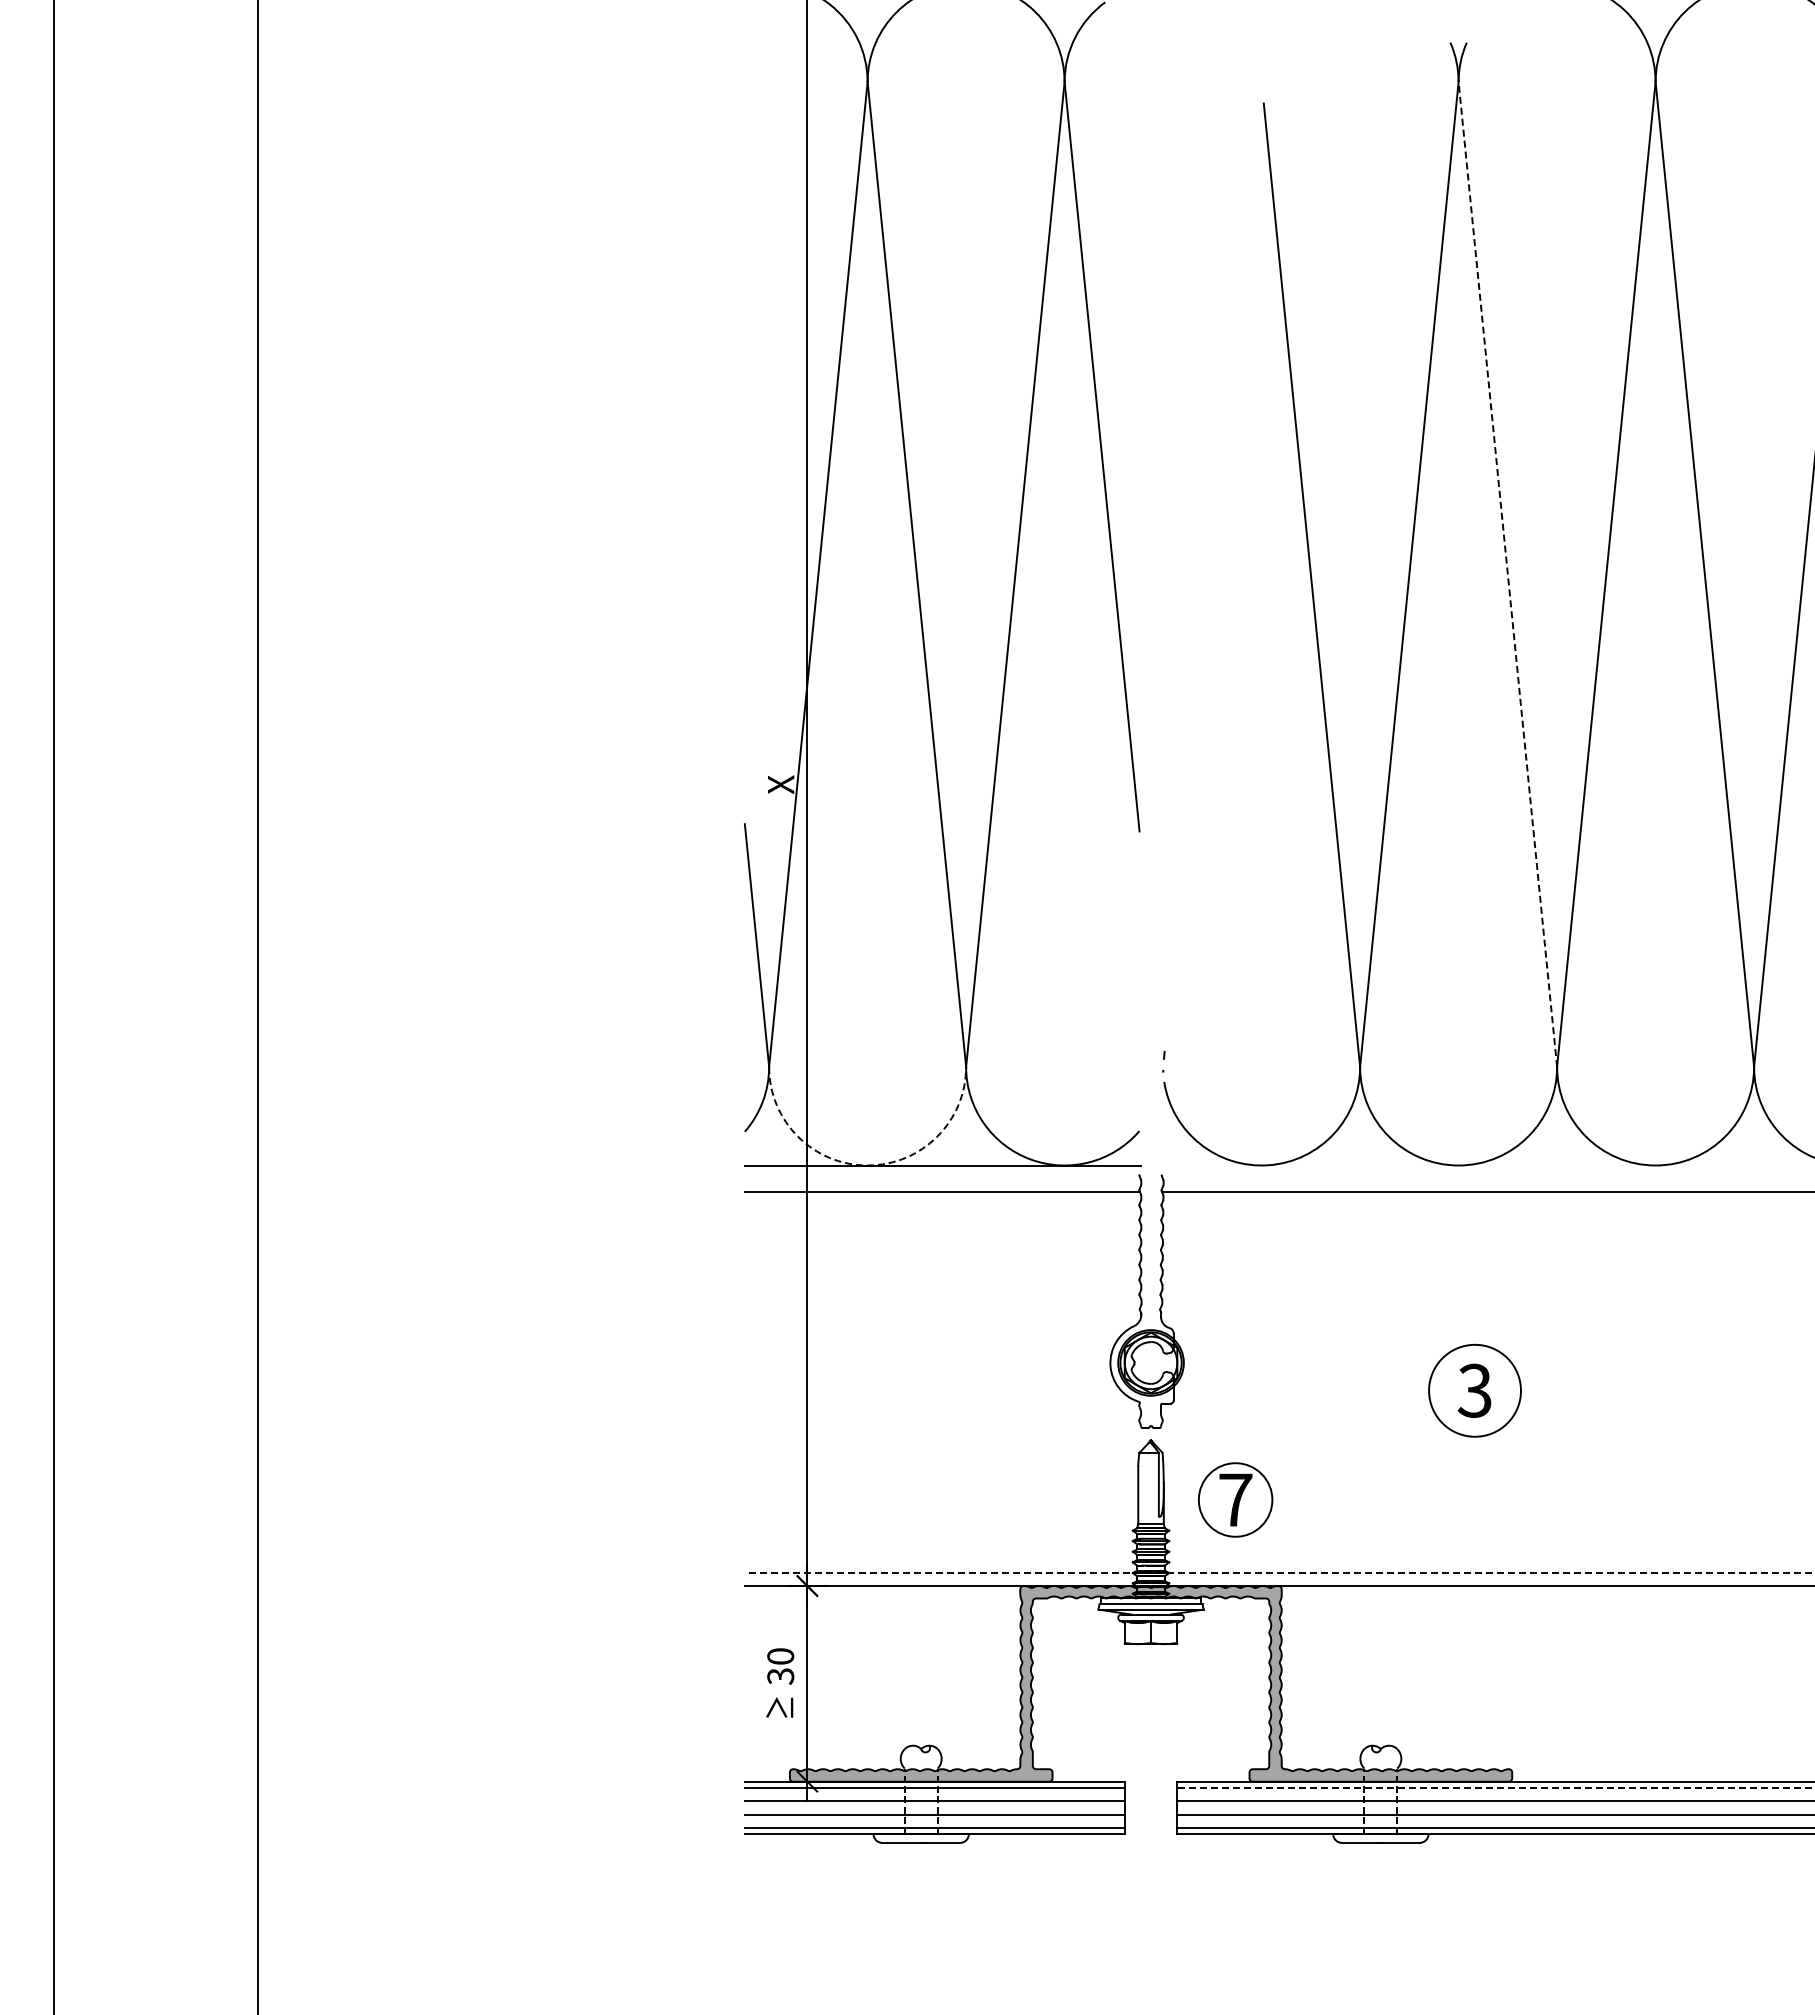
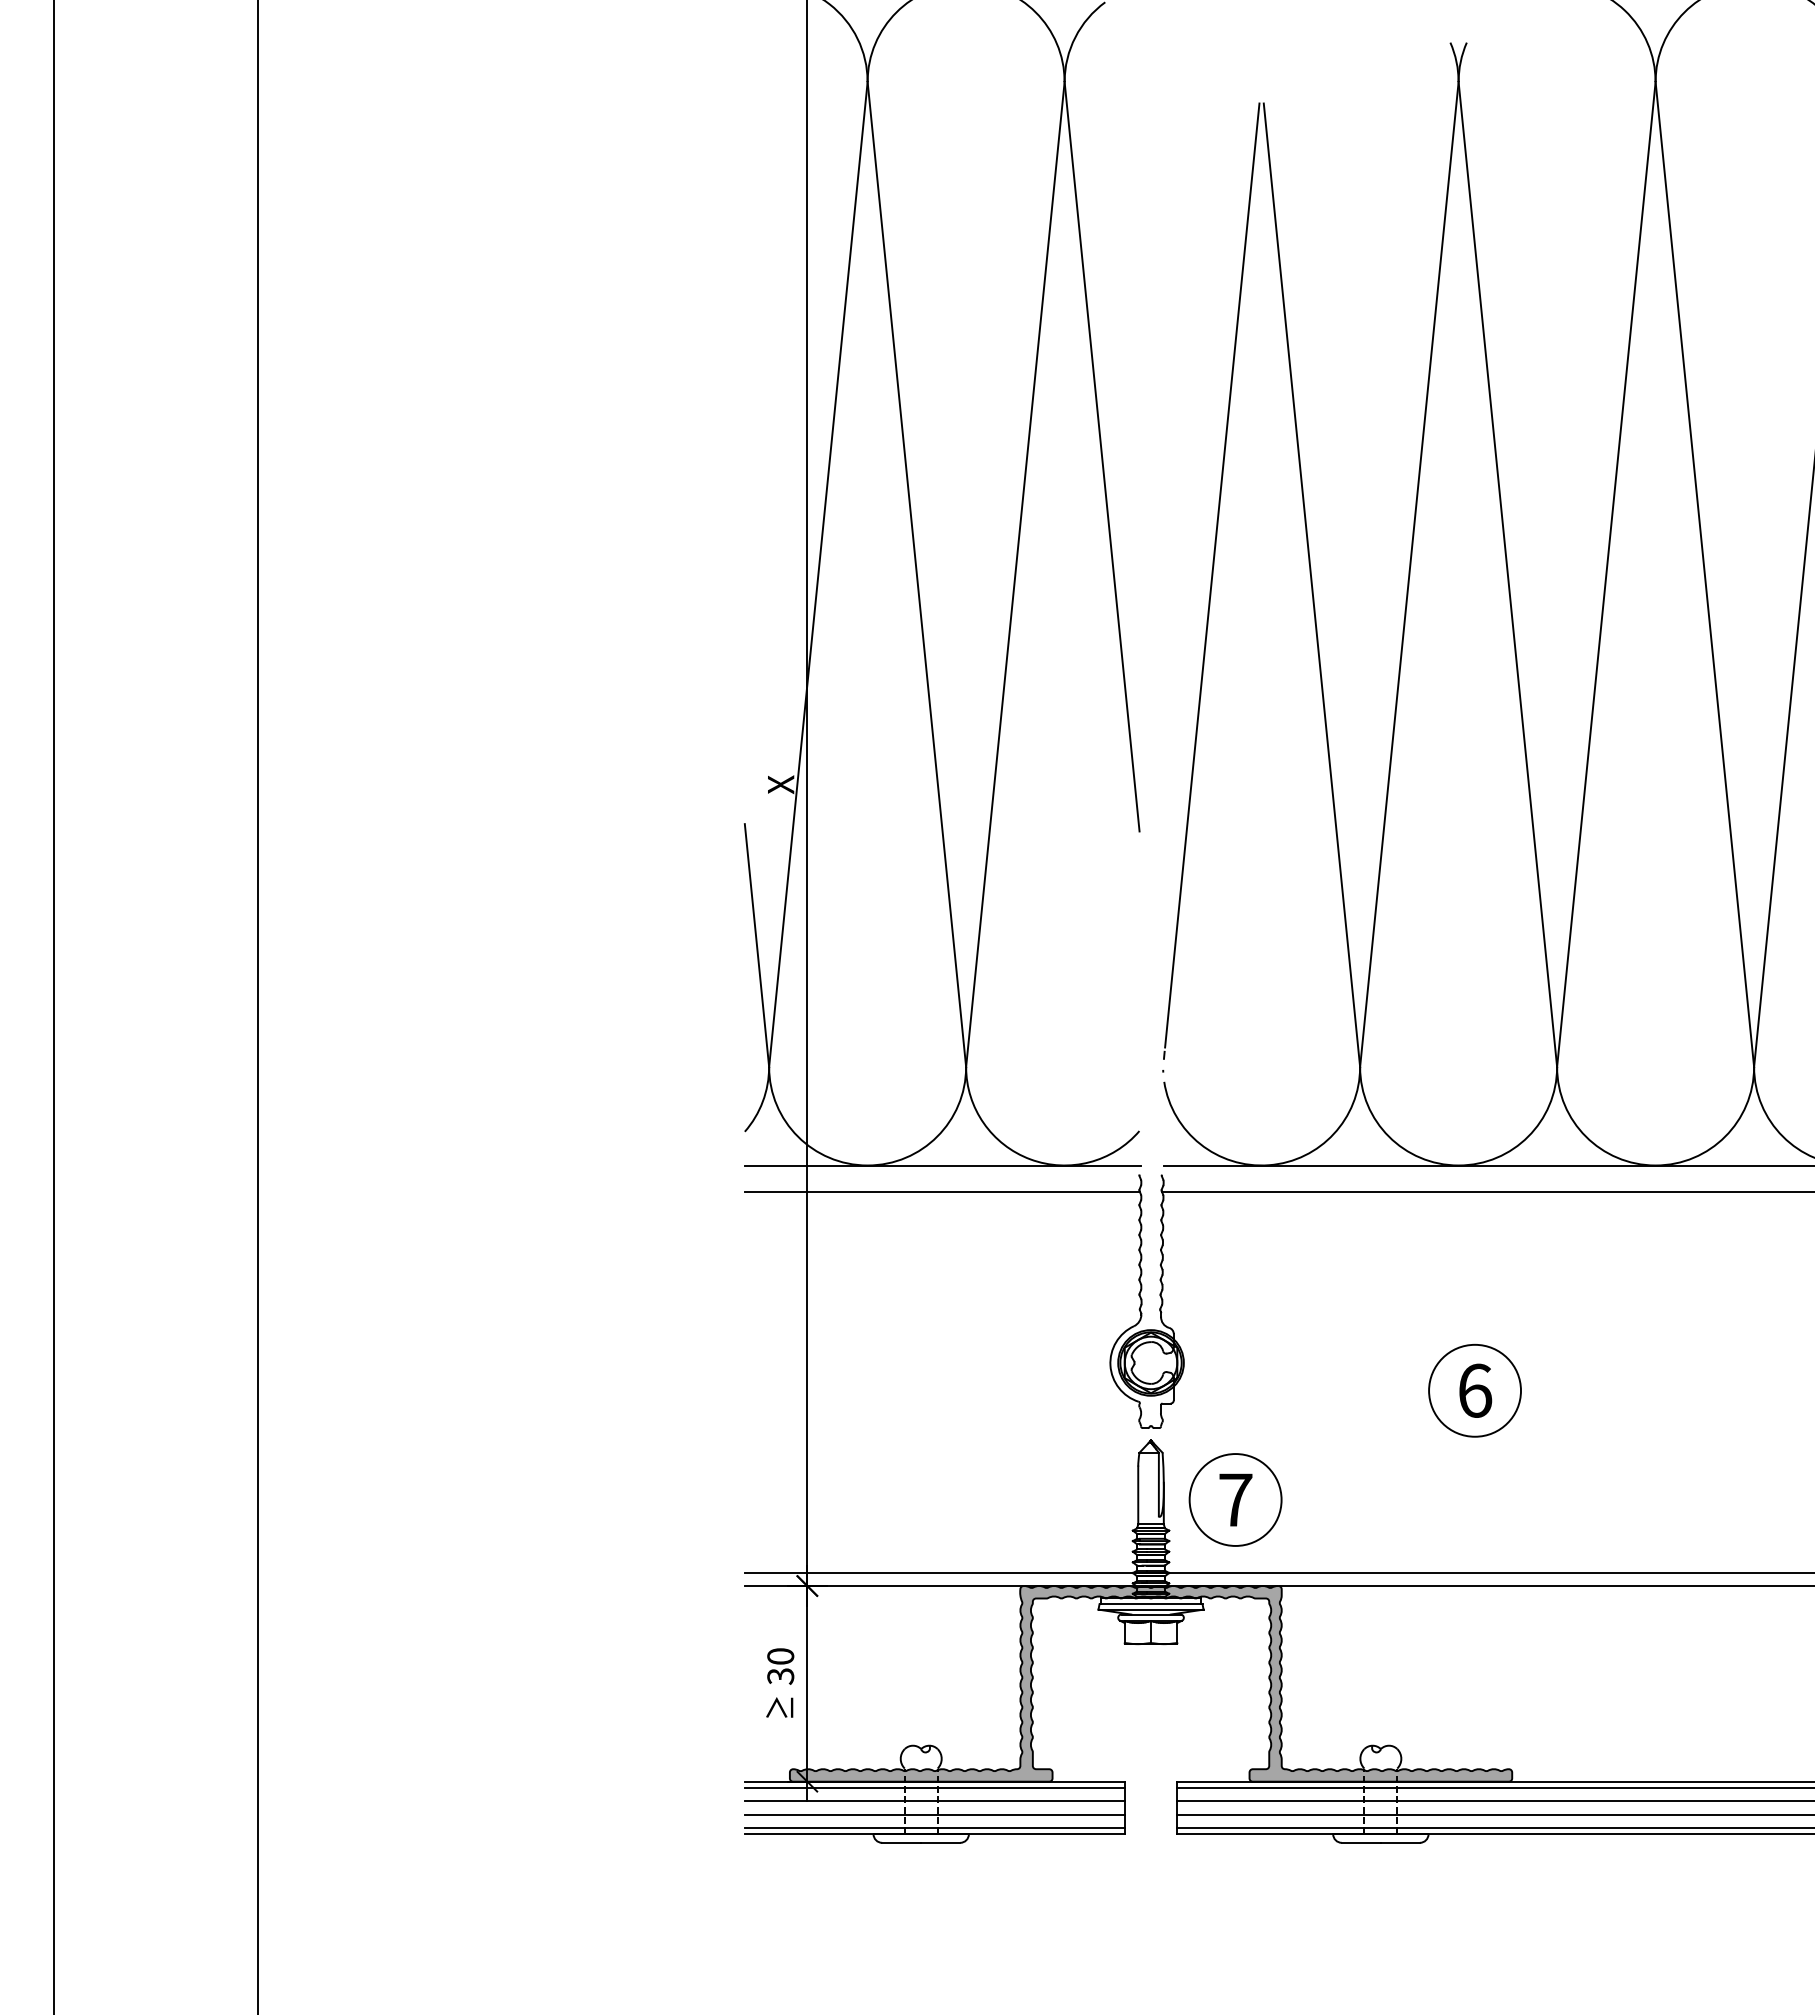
line at (1507, 574): dashed -> solid
line at (1212, 575): none -> present
arc at (867, 1165): dashed -> solid
line at (1487, 1165): none -> present
text at (1474, 1390): 3 -> 6
circle at (1235, 1499) diameter: 74 px -> 92 px
line at (1279, 1572): dashed -> solid
line at (1495, 1788): dashed -> solid
